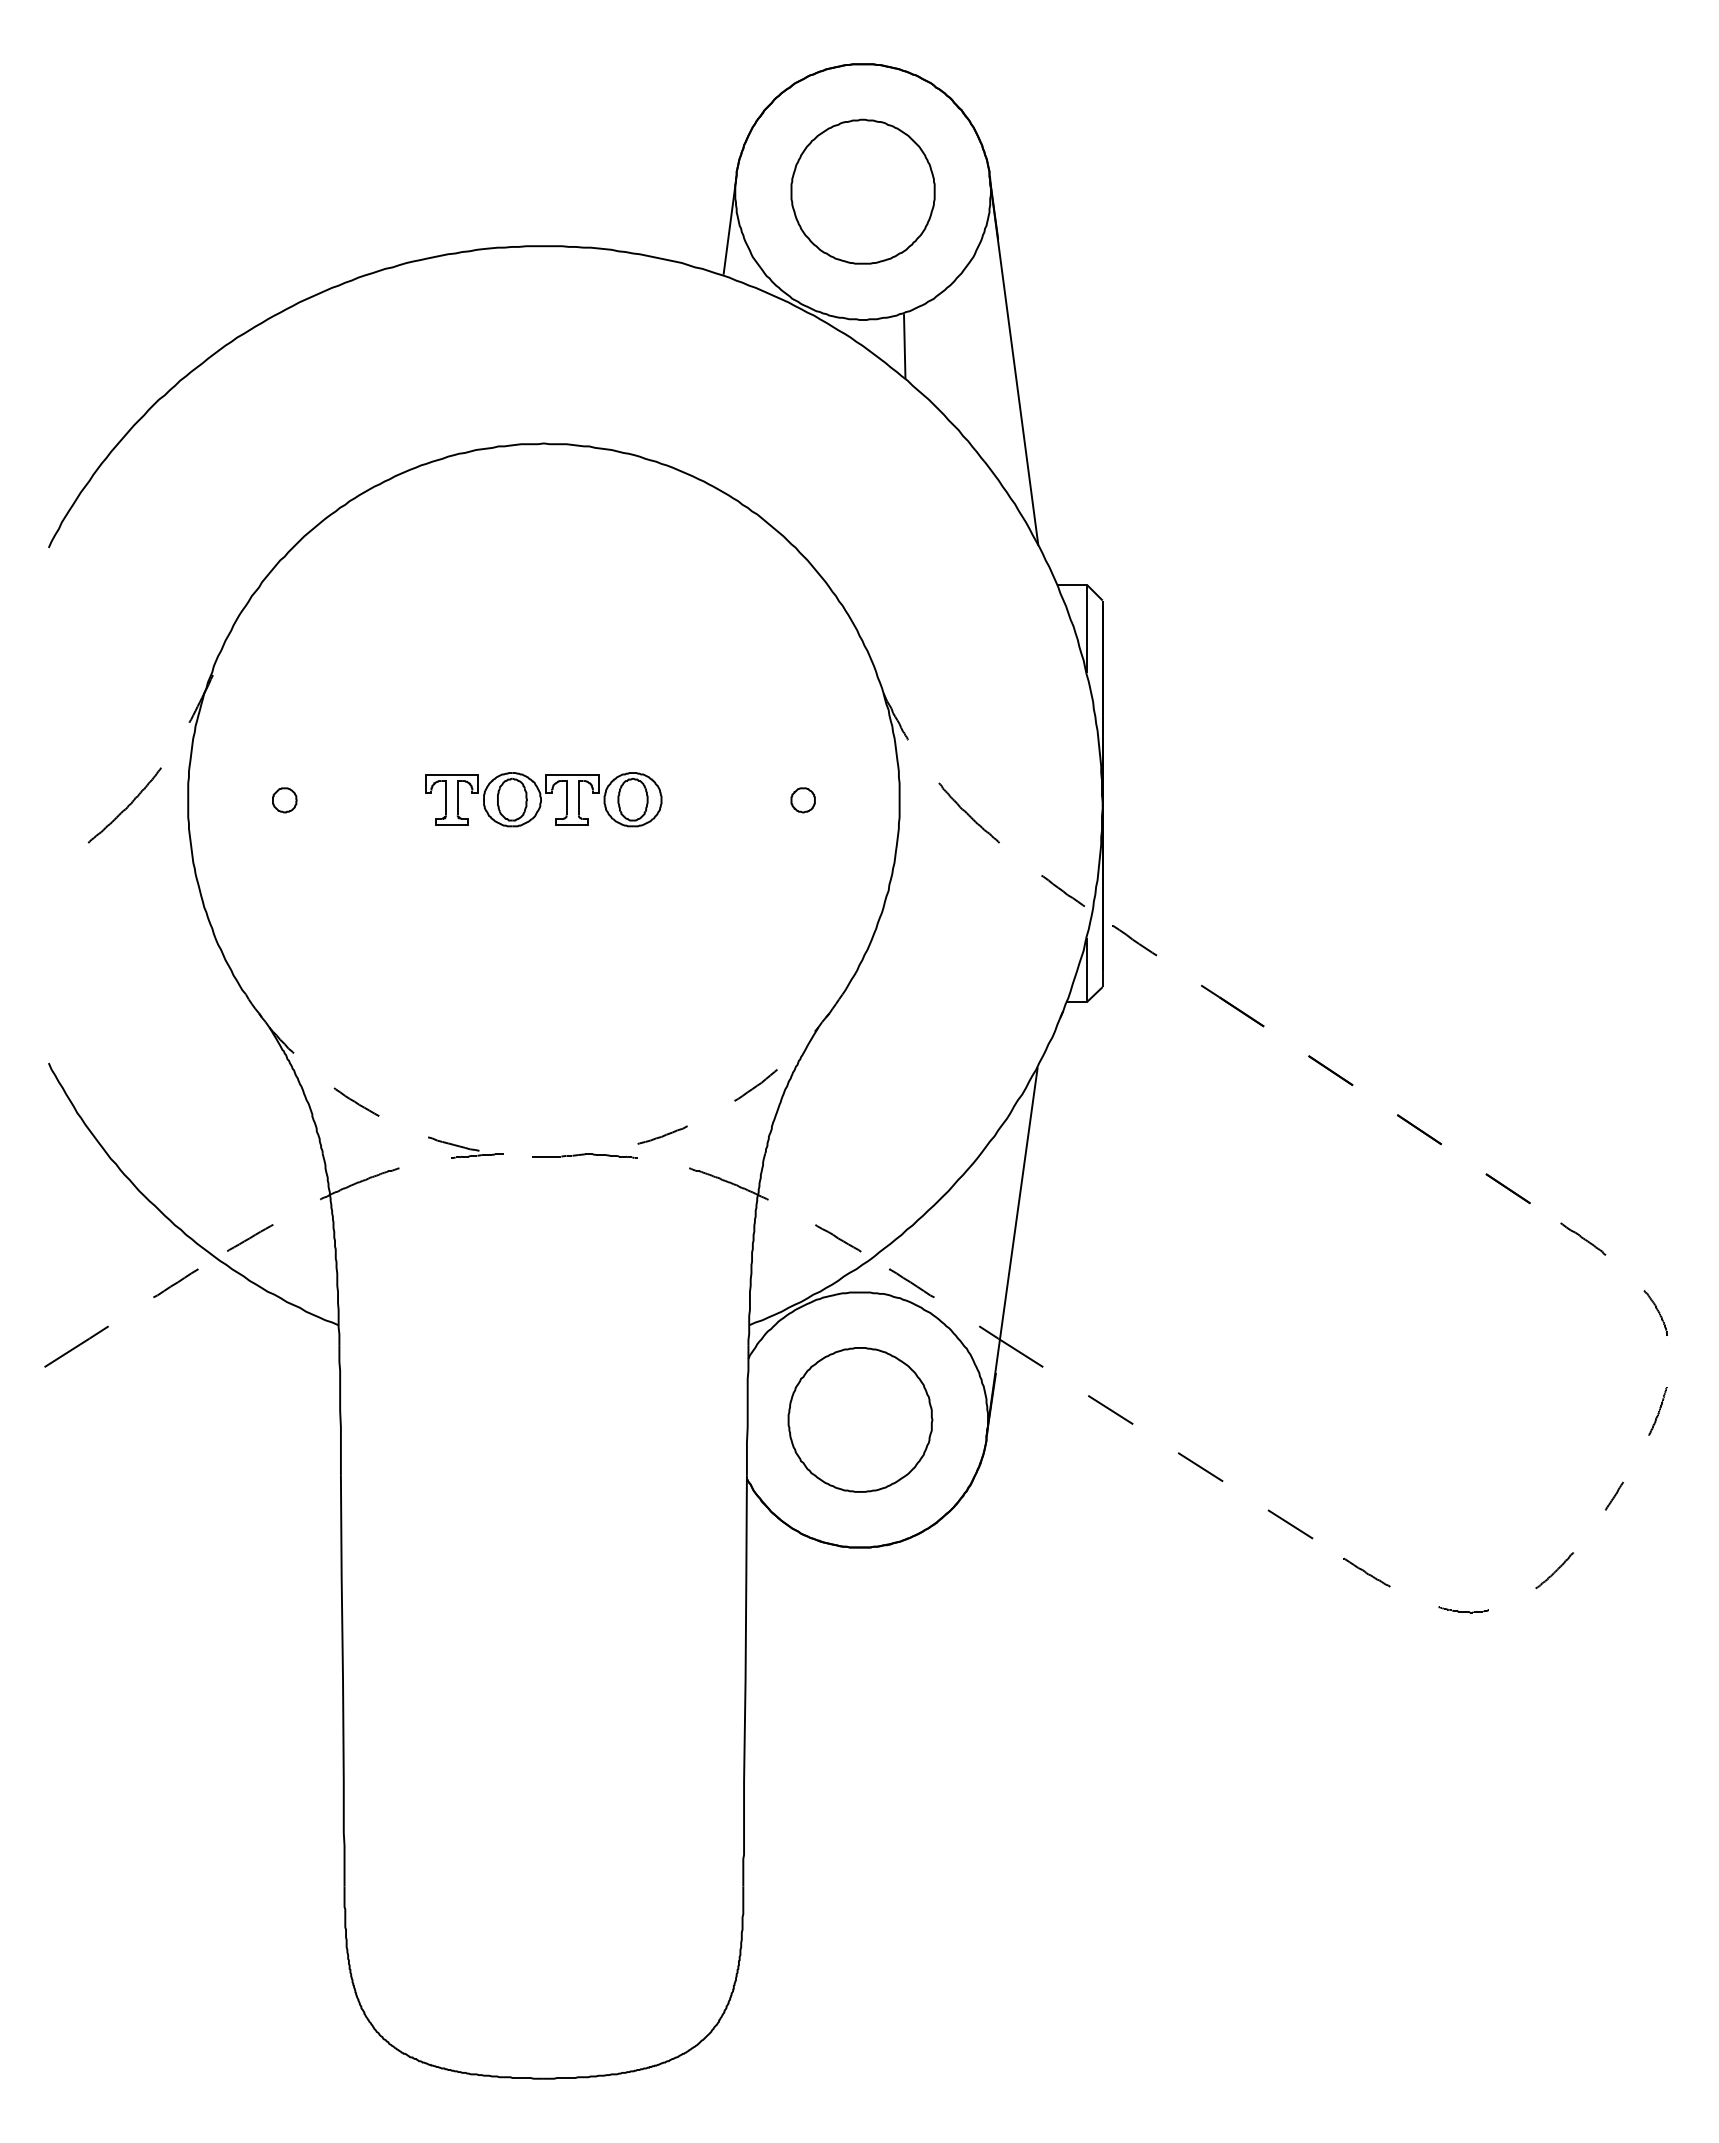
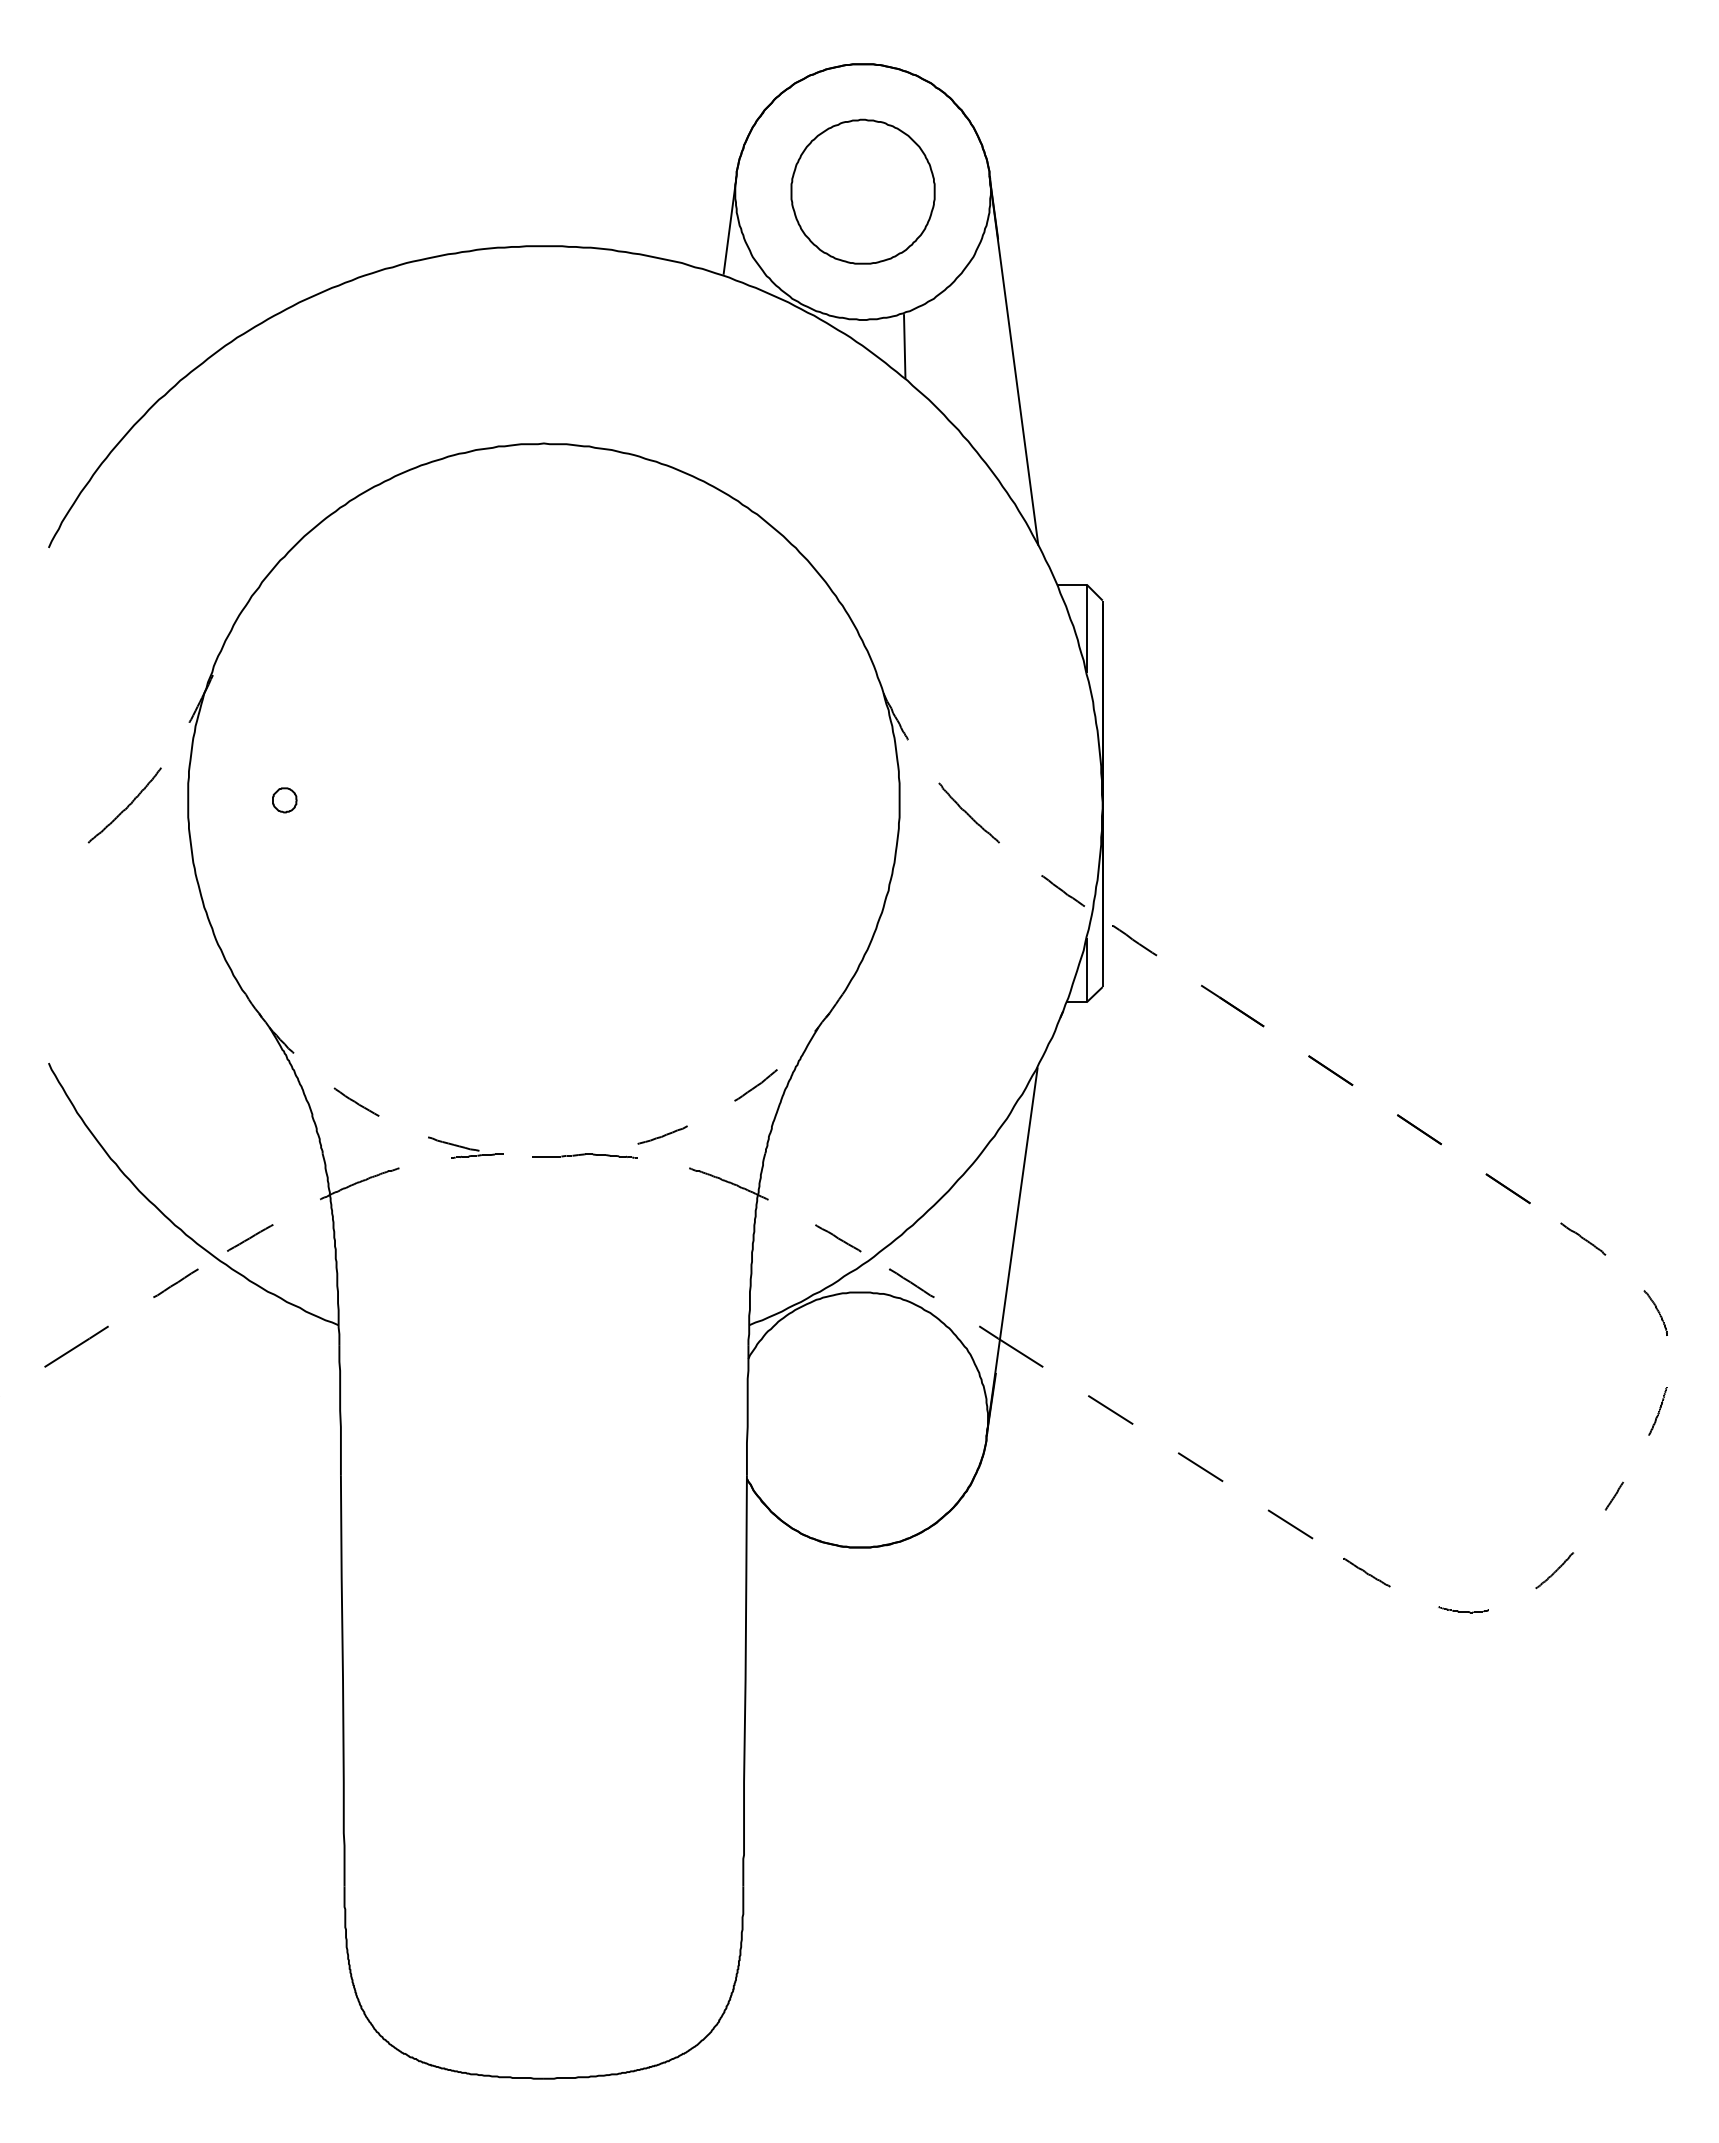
part at (543, 799): present -> none
part at (802, 800): present -> none
part at (860, 1419): present -> none
